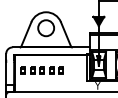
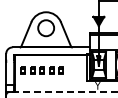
line at (63, 92): solid -> dashed
